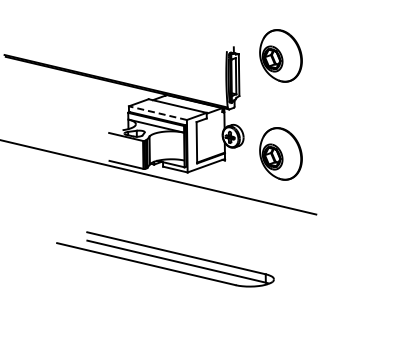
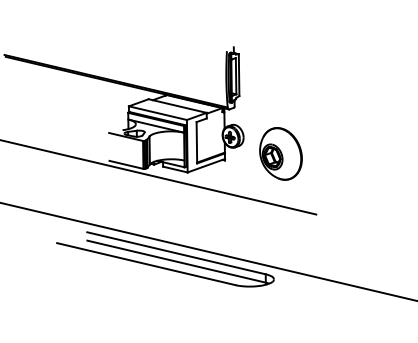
part at (280, 55): present -> none
line at (157, 113): dashed -> solid
line at (208, 251): none -> present
